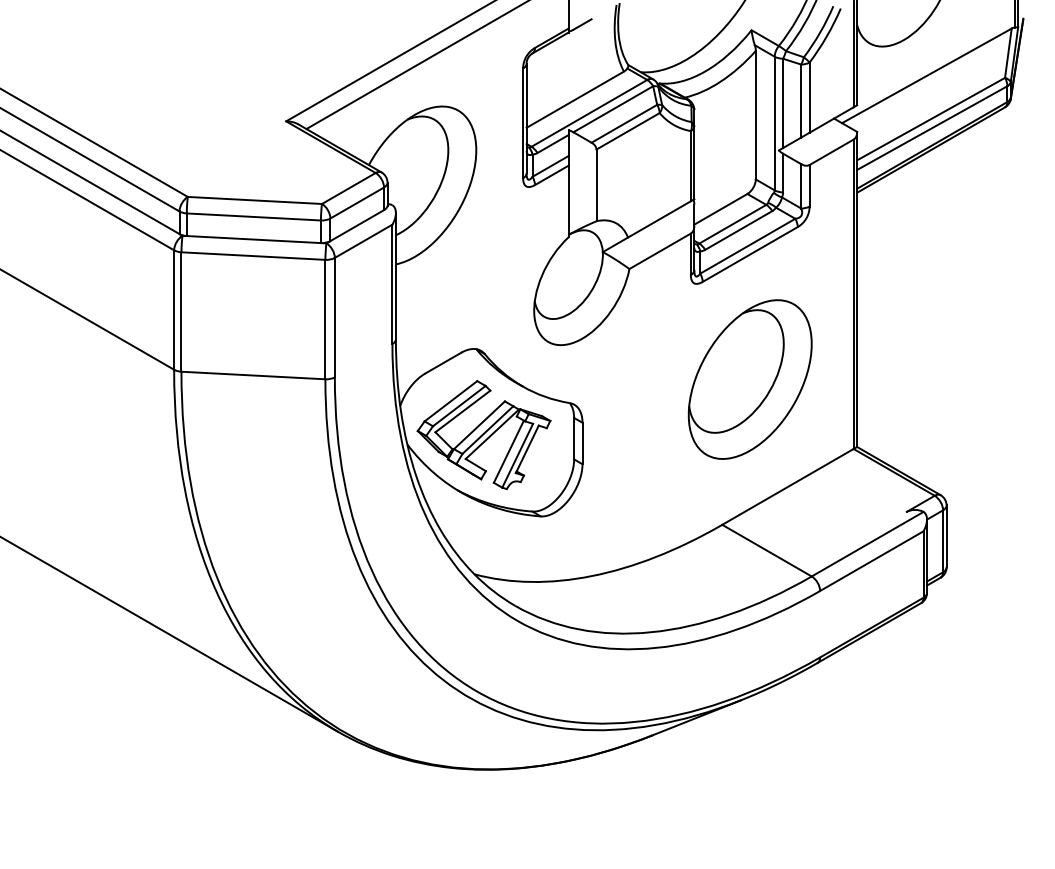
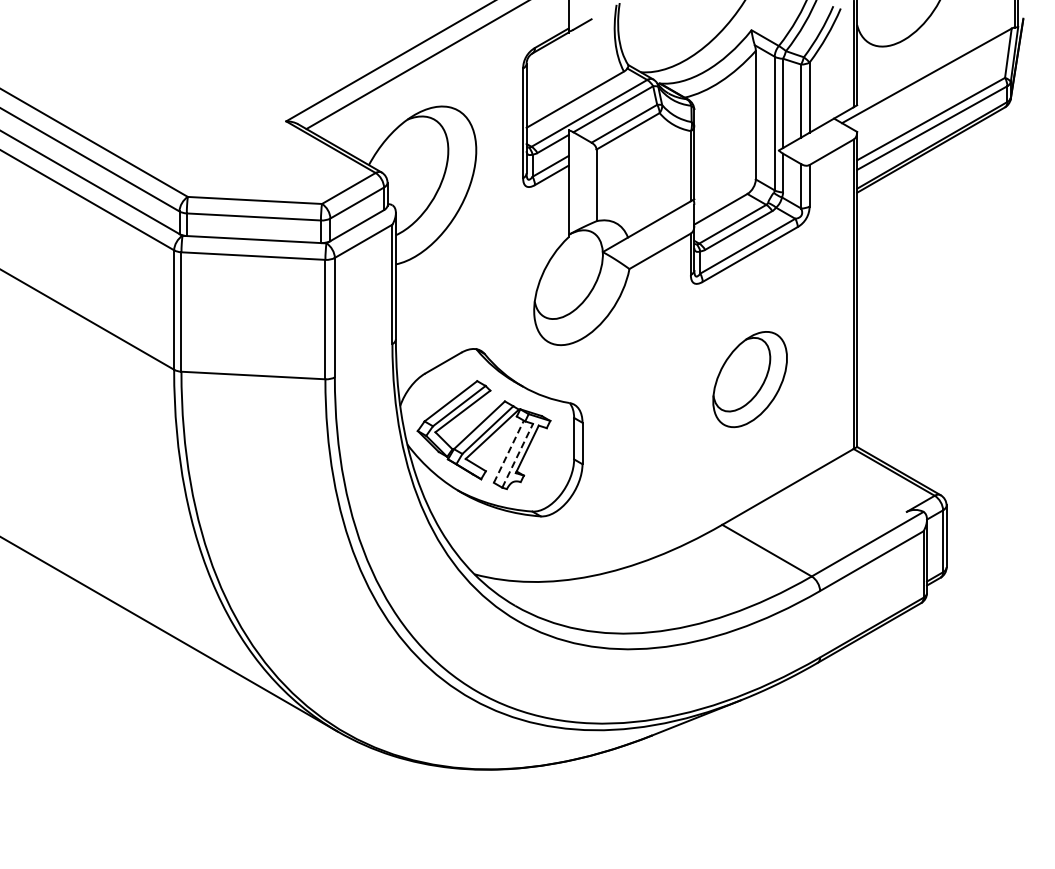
part at (749, 379) size: 126x161 px -> 76x98 px
line at (508, 451): solid -> dashed
line at (517, 455): solid -> dashed
